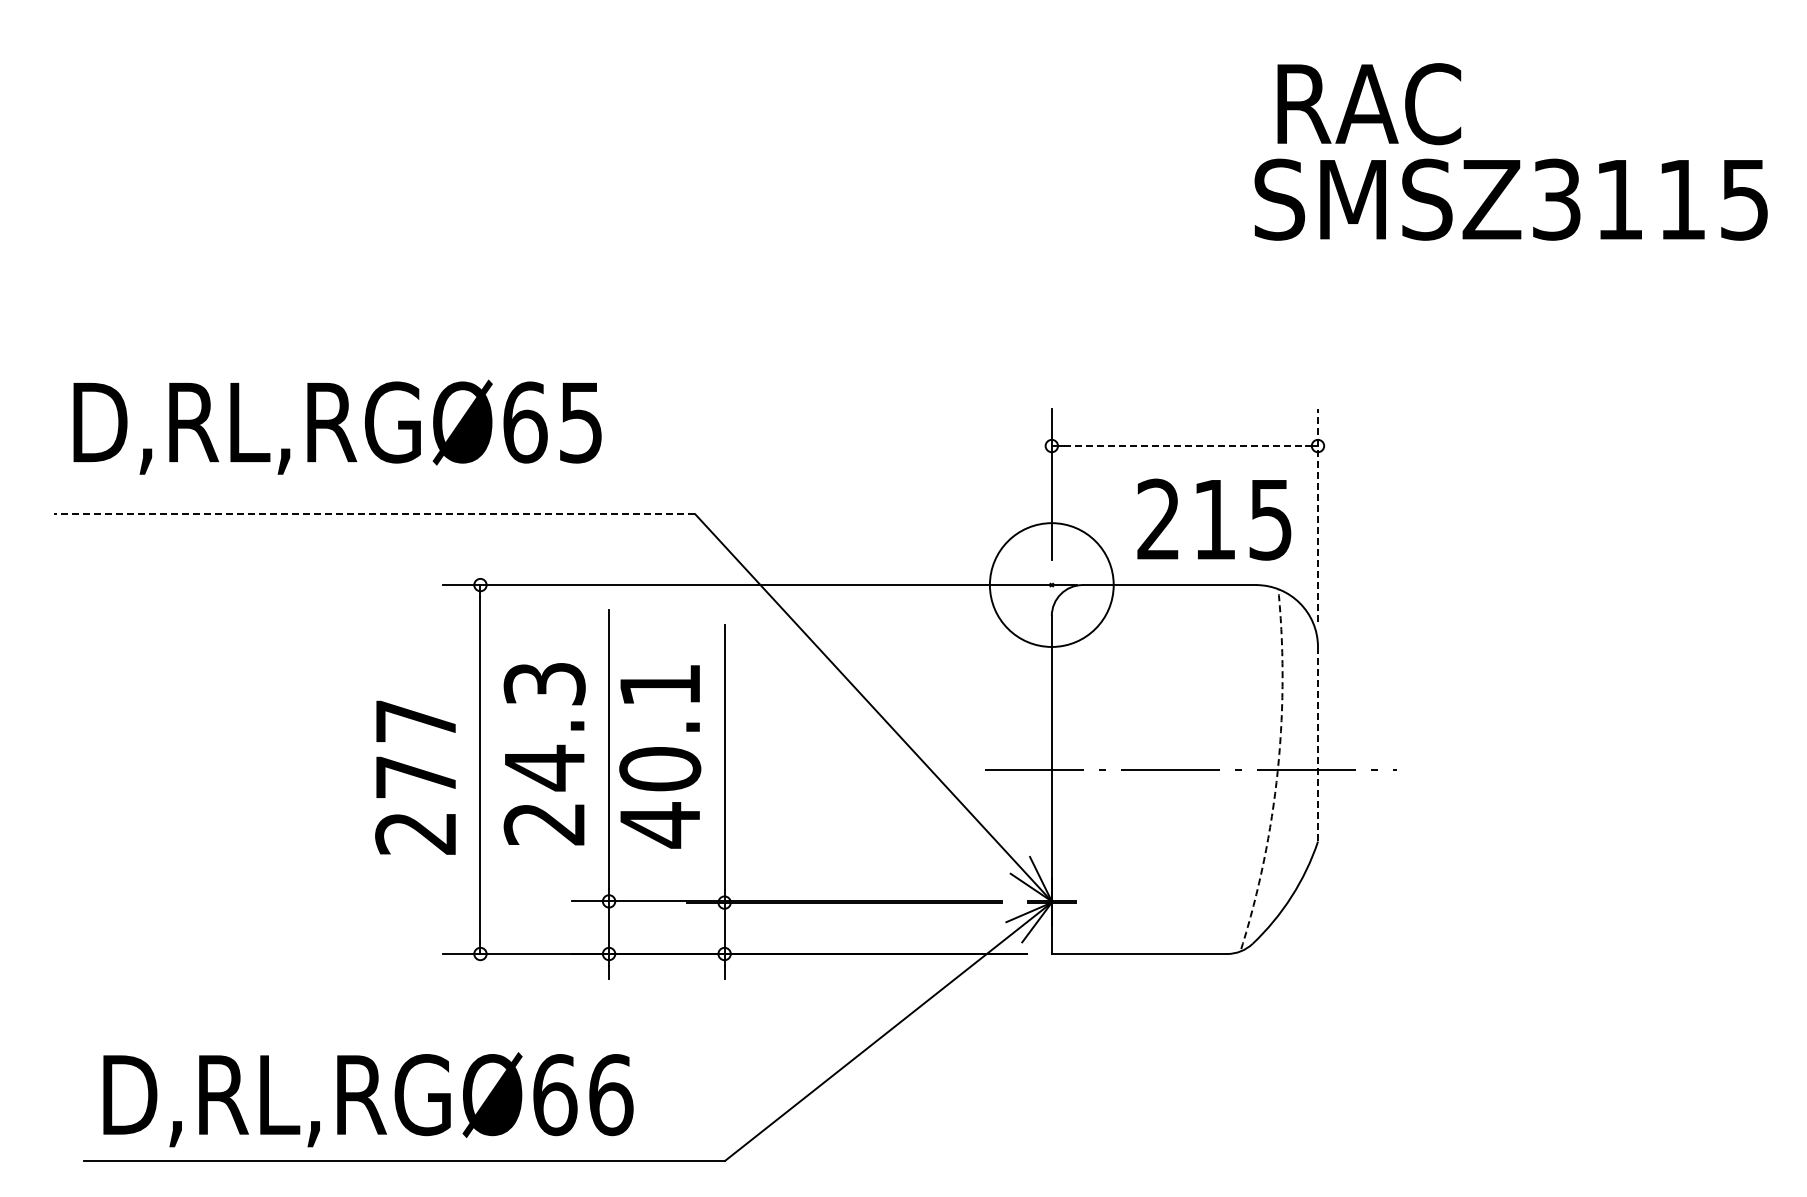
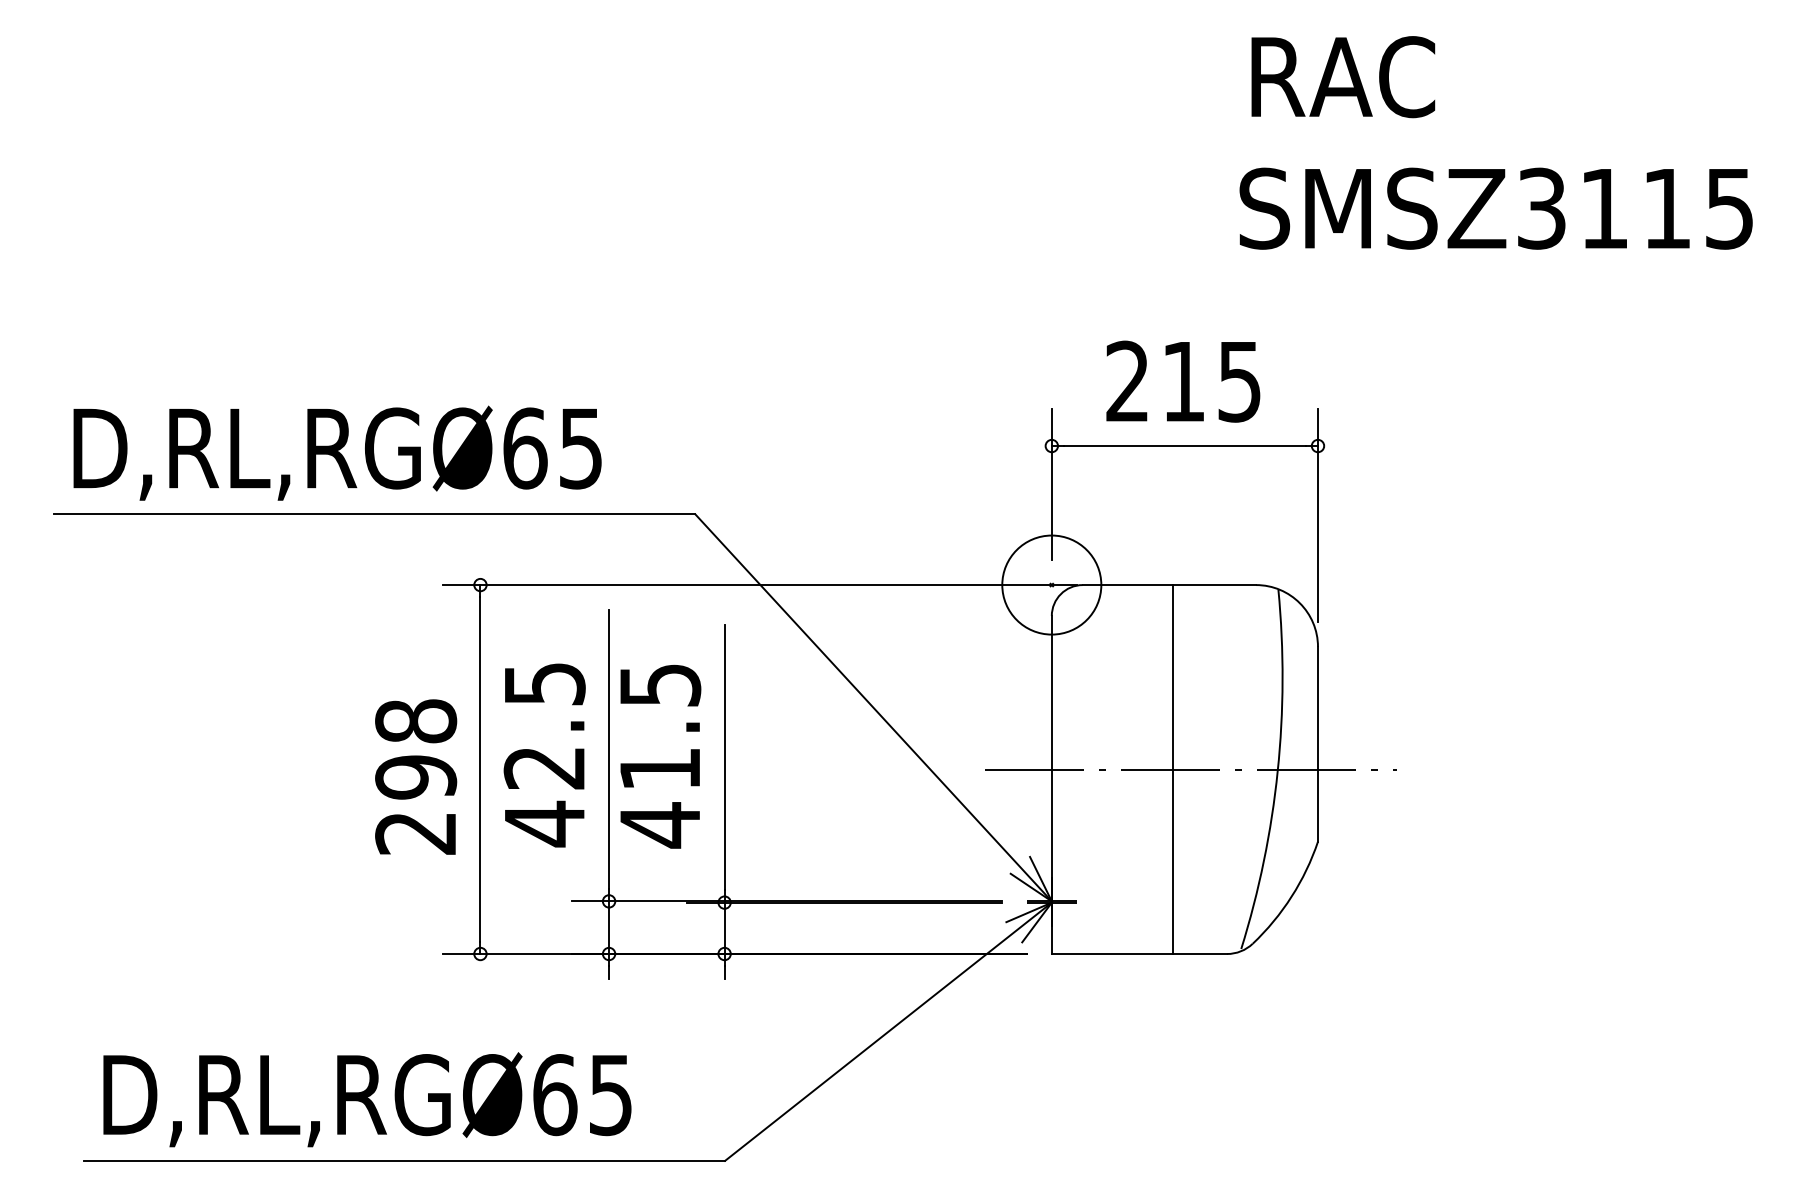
text at (1369, 104) position: (1369, 104) -> (1343, 77)
text at (1510, 199) position: (1510, 199) -> (1495, 208)
text at (337, 426) position: (337, 426) -> (337, 452)
line at (1184, 446): dashed -> solid
line at (374, 514): dashed -> solid
line at (1318, 515): dashed -> solid
text at (1214, 519) position: (1214, 519) -> (1183, 381)
circle at (1051, 584) diameter: 124 px -> 99 px
text at (660, 727): 40.1 -> 41.5
line at (1318, 744): dashed -> solid
text at (416, 749): 277 -> 298
text at (544, 755): 24.3 -> 42.5
line at (1173, 769): none -> present
arc at (1277, 771): dashed -> solid
text at (611, 1095): D,RL,RGØ66 -> D,RL,RGØ65
